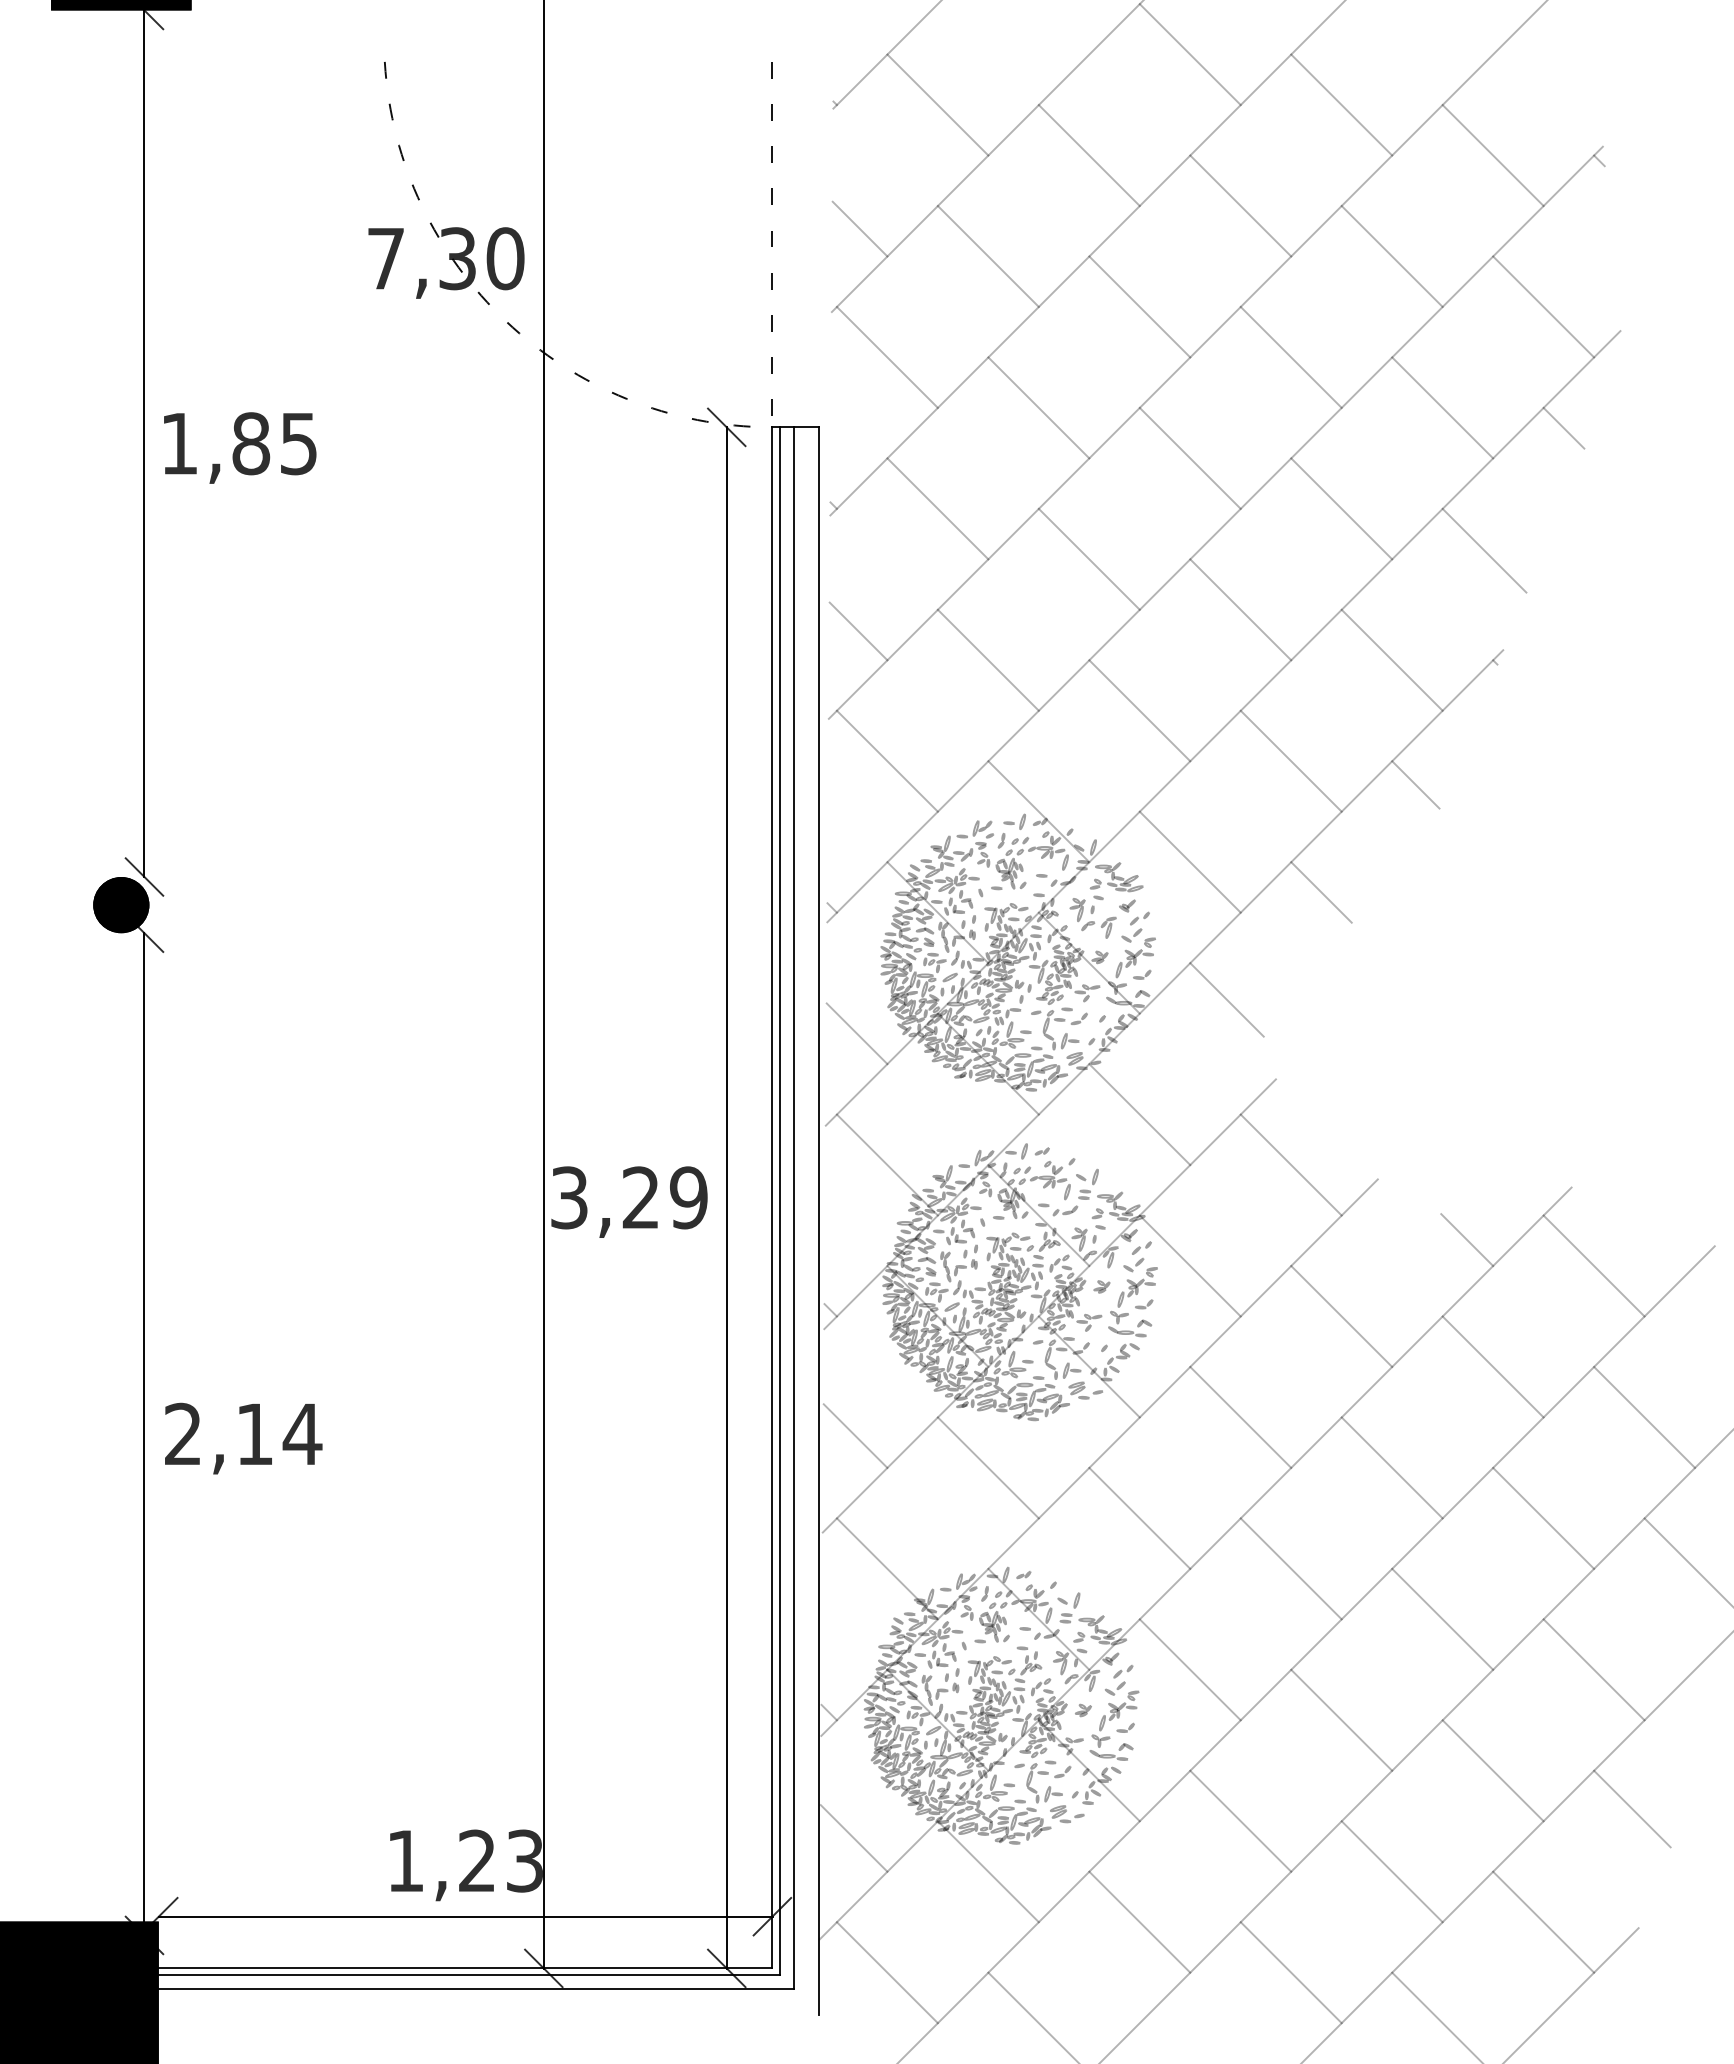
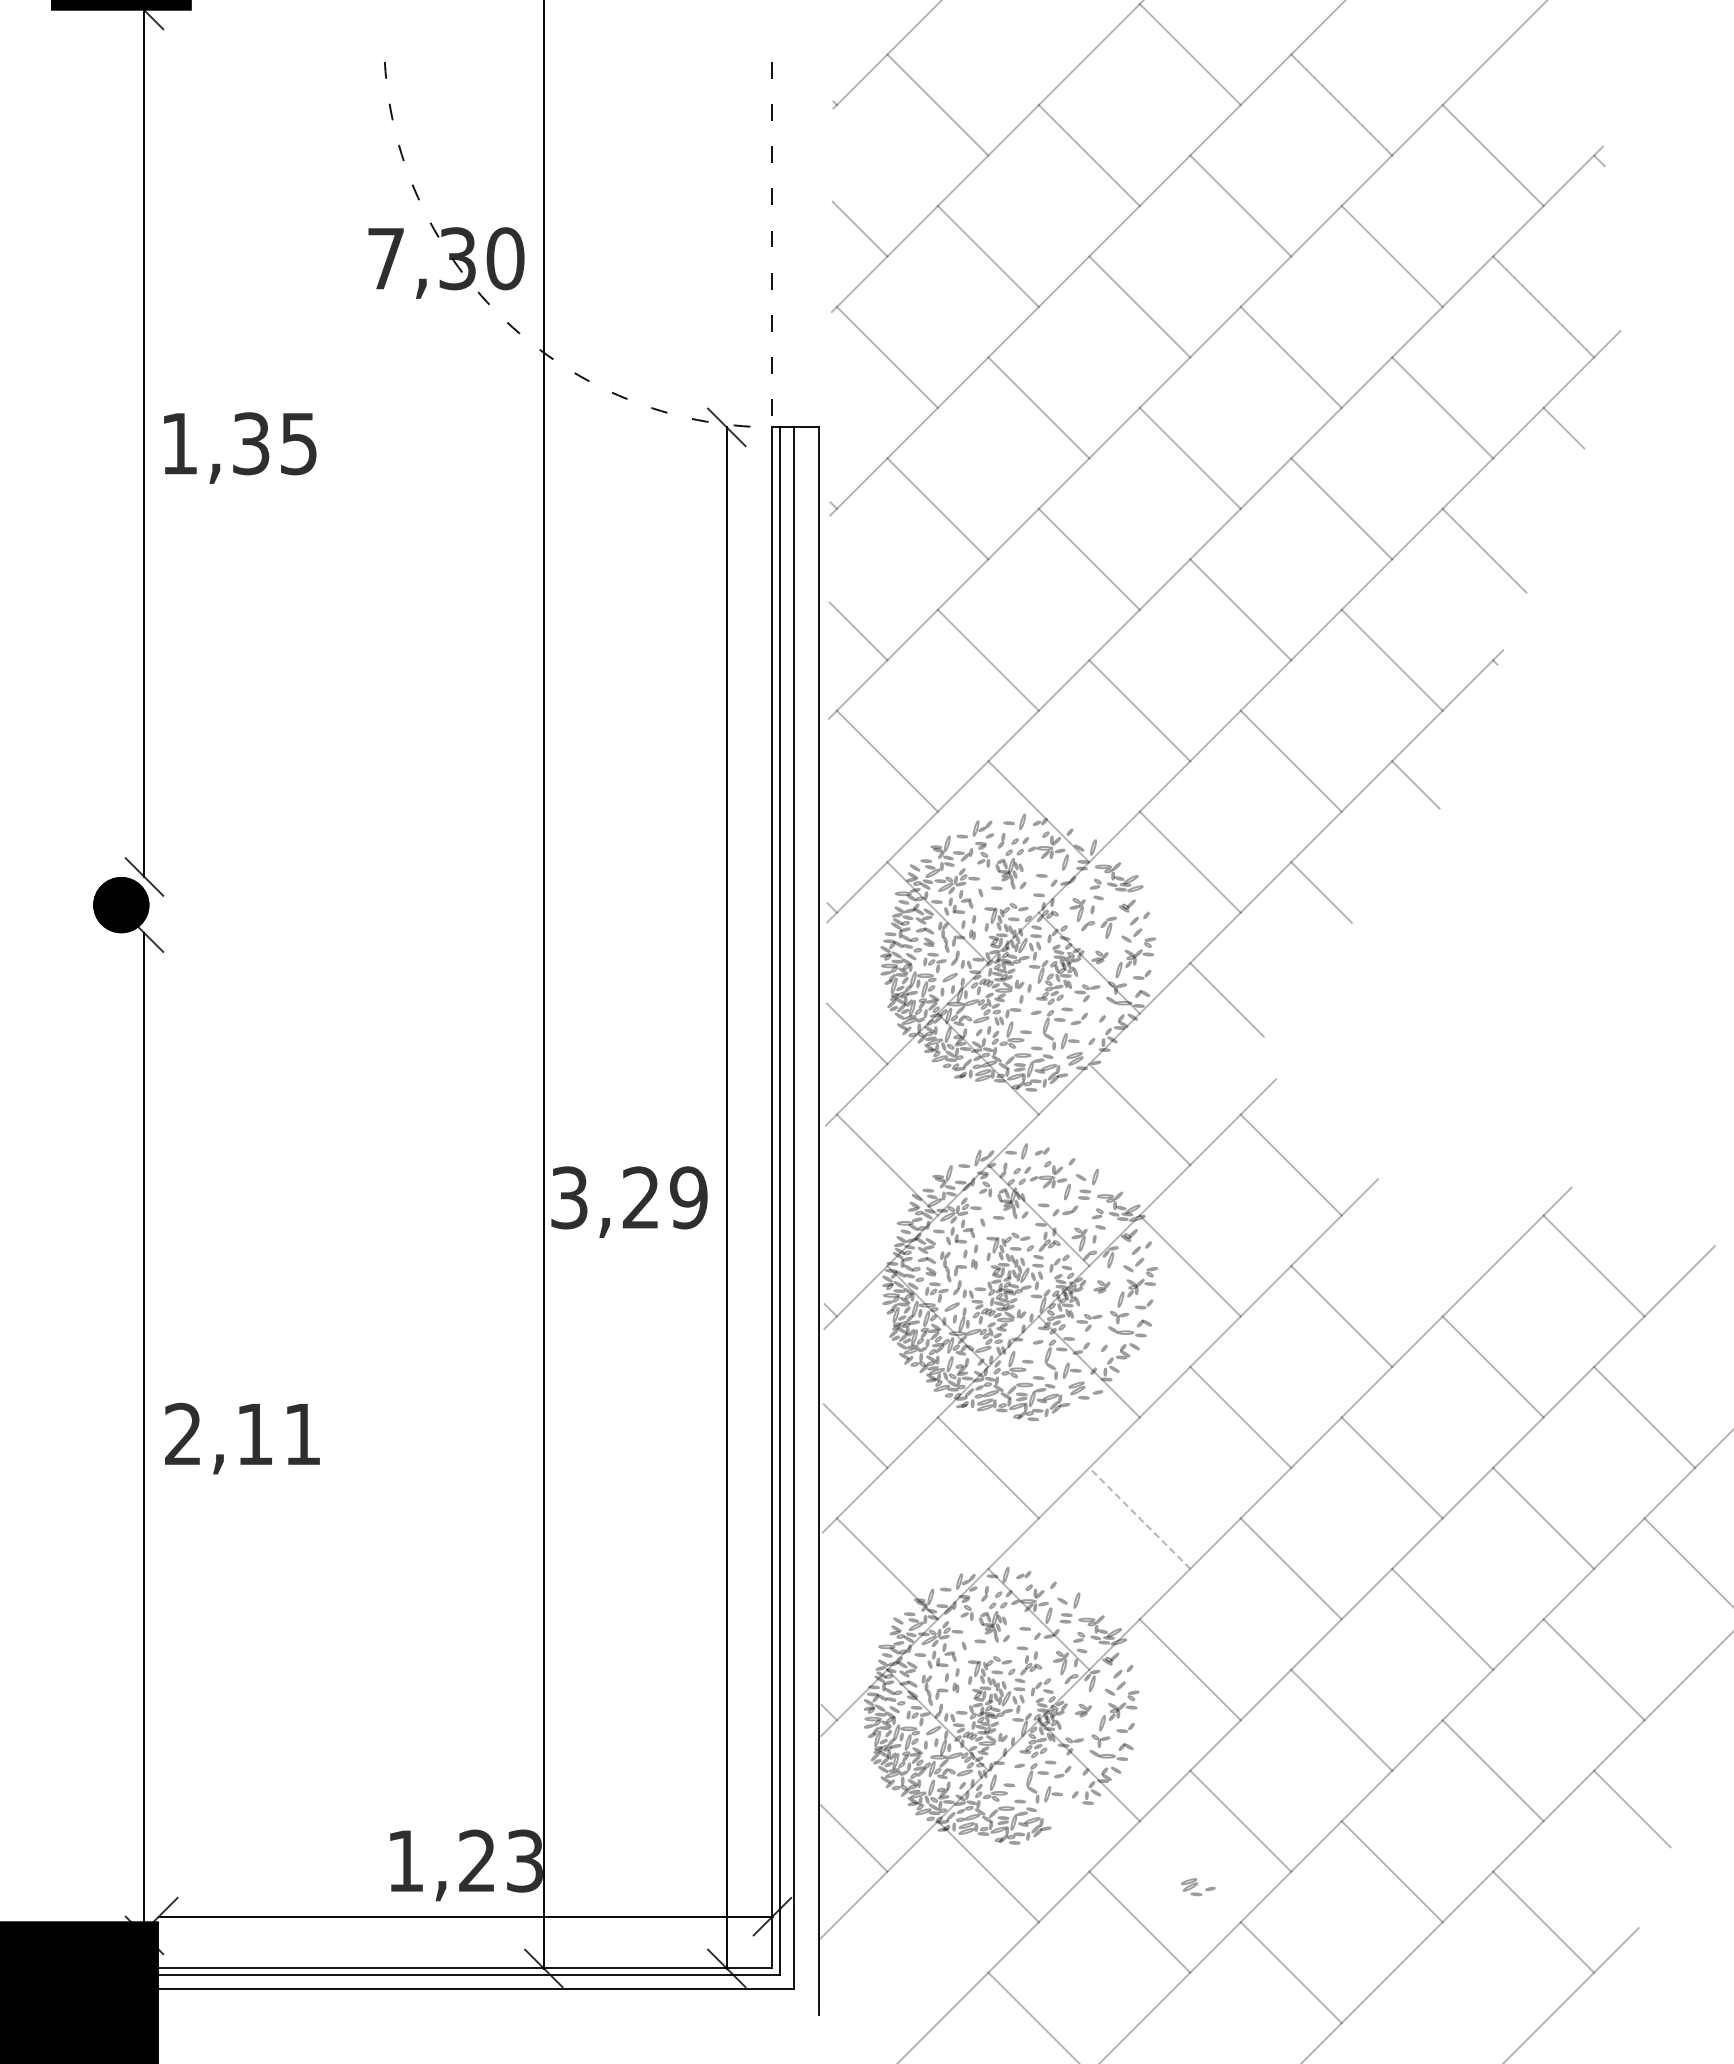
text at (251, 443): 1,85 -> 1,35
line at (1467, 1240): present -> none
text at (302, 1434): 2,14 -> 2,11
line at (1139, 1518): solid -> dashed
part at (1067, 1814) position: (1067, 1814) -> (1198, 1887)
line at (886, 1972): present -> none
line at (1436, 2016): present -> none
